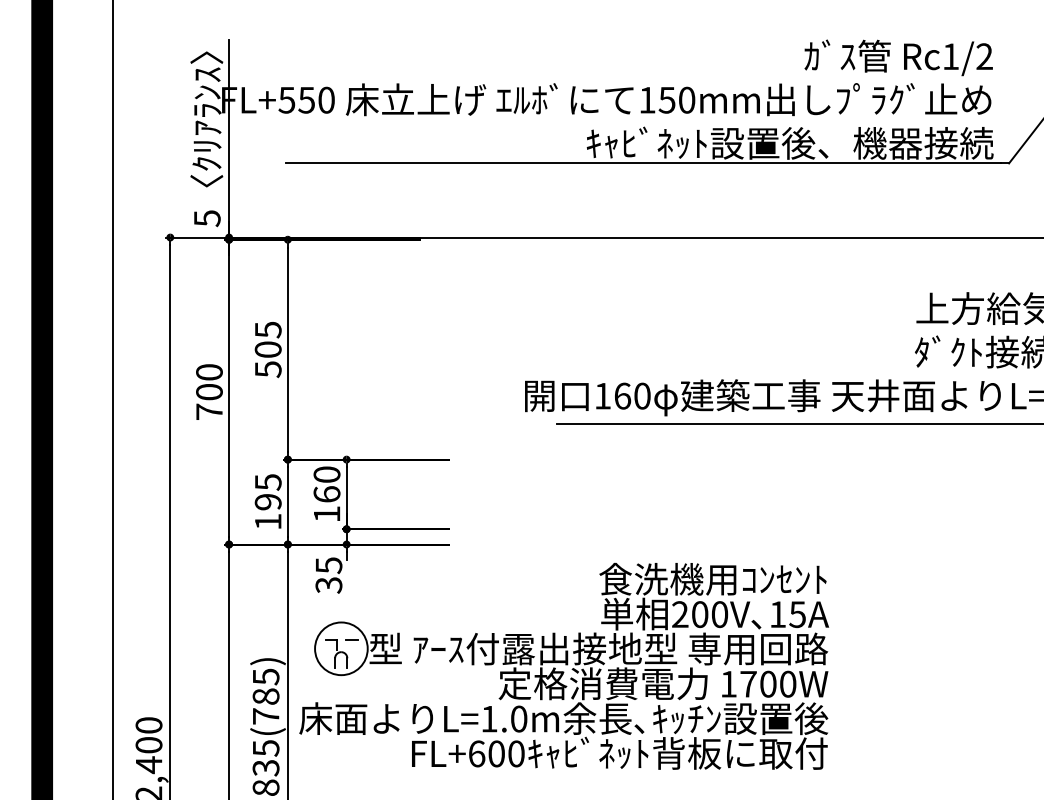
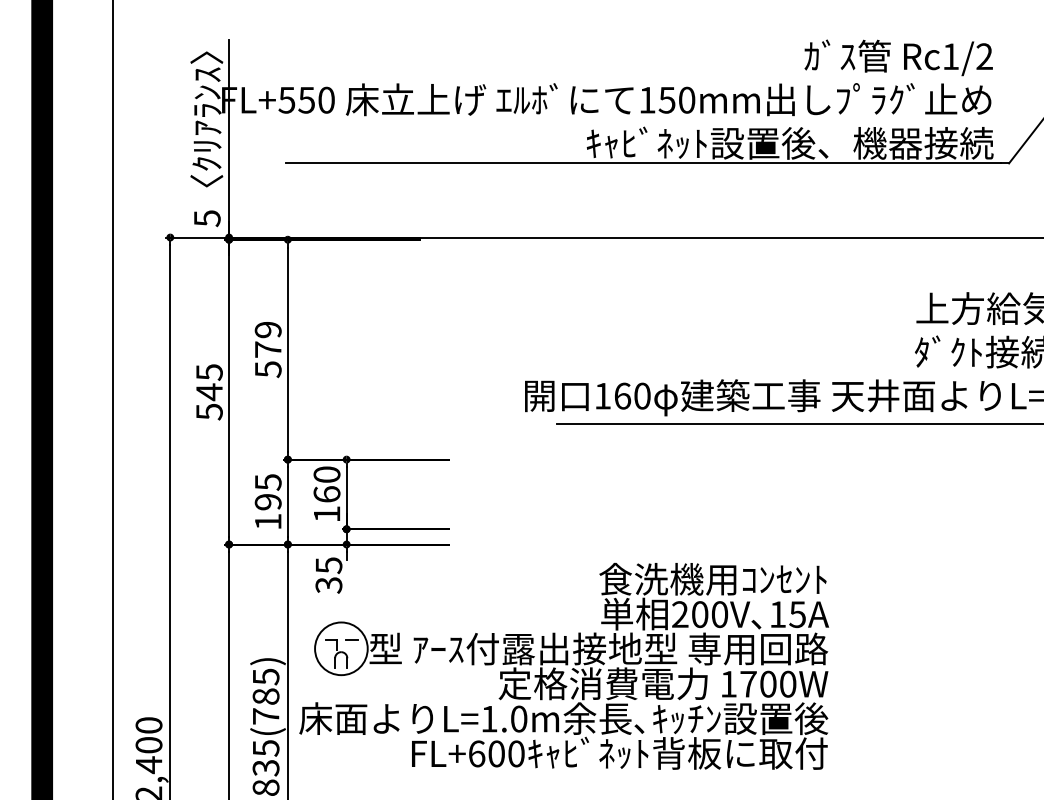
text at (267, 339): 505 -> 579
text at (209, 392): 700 -> 545
